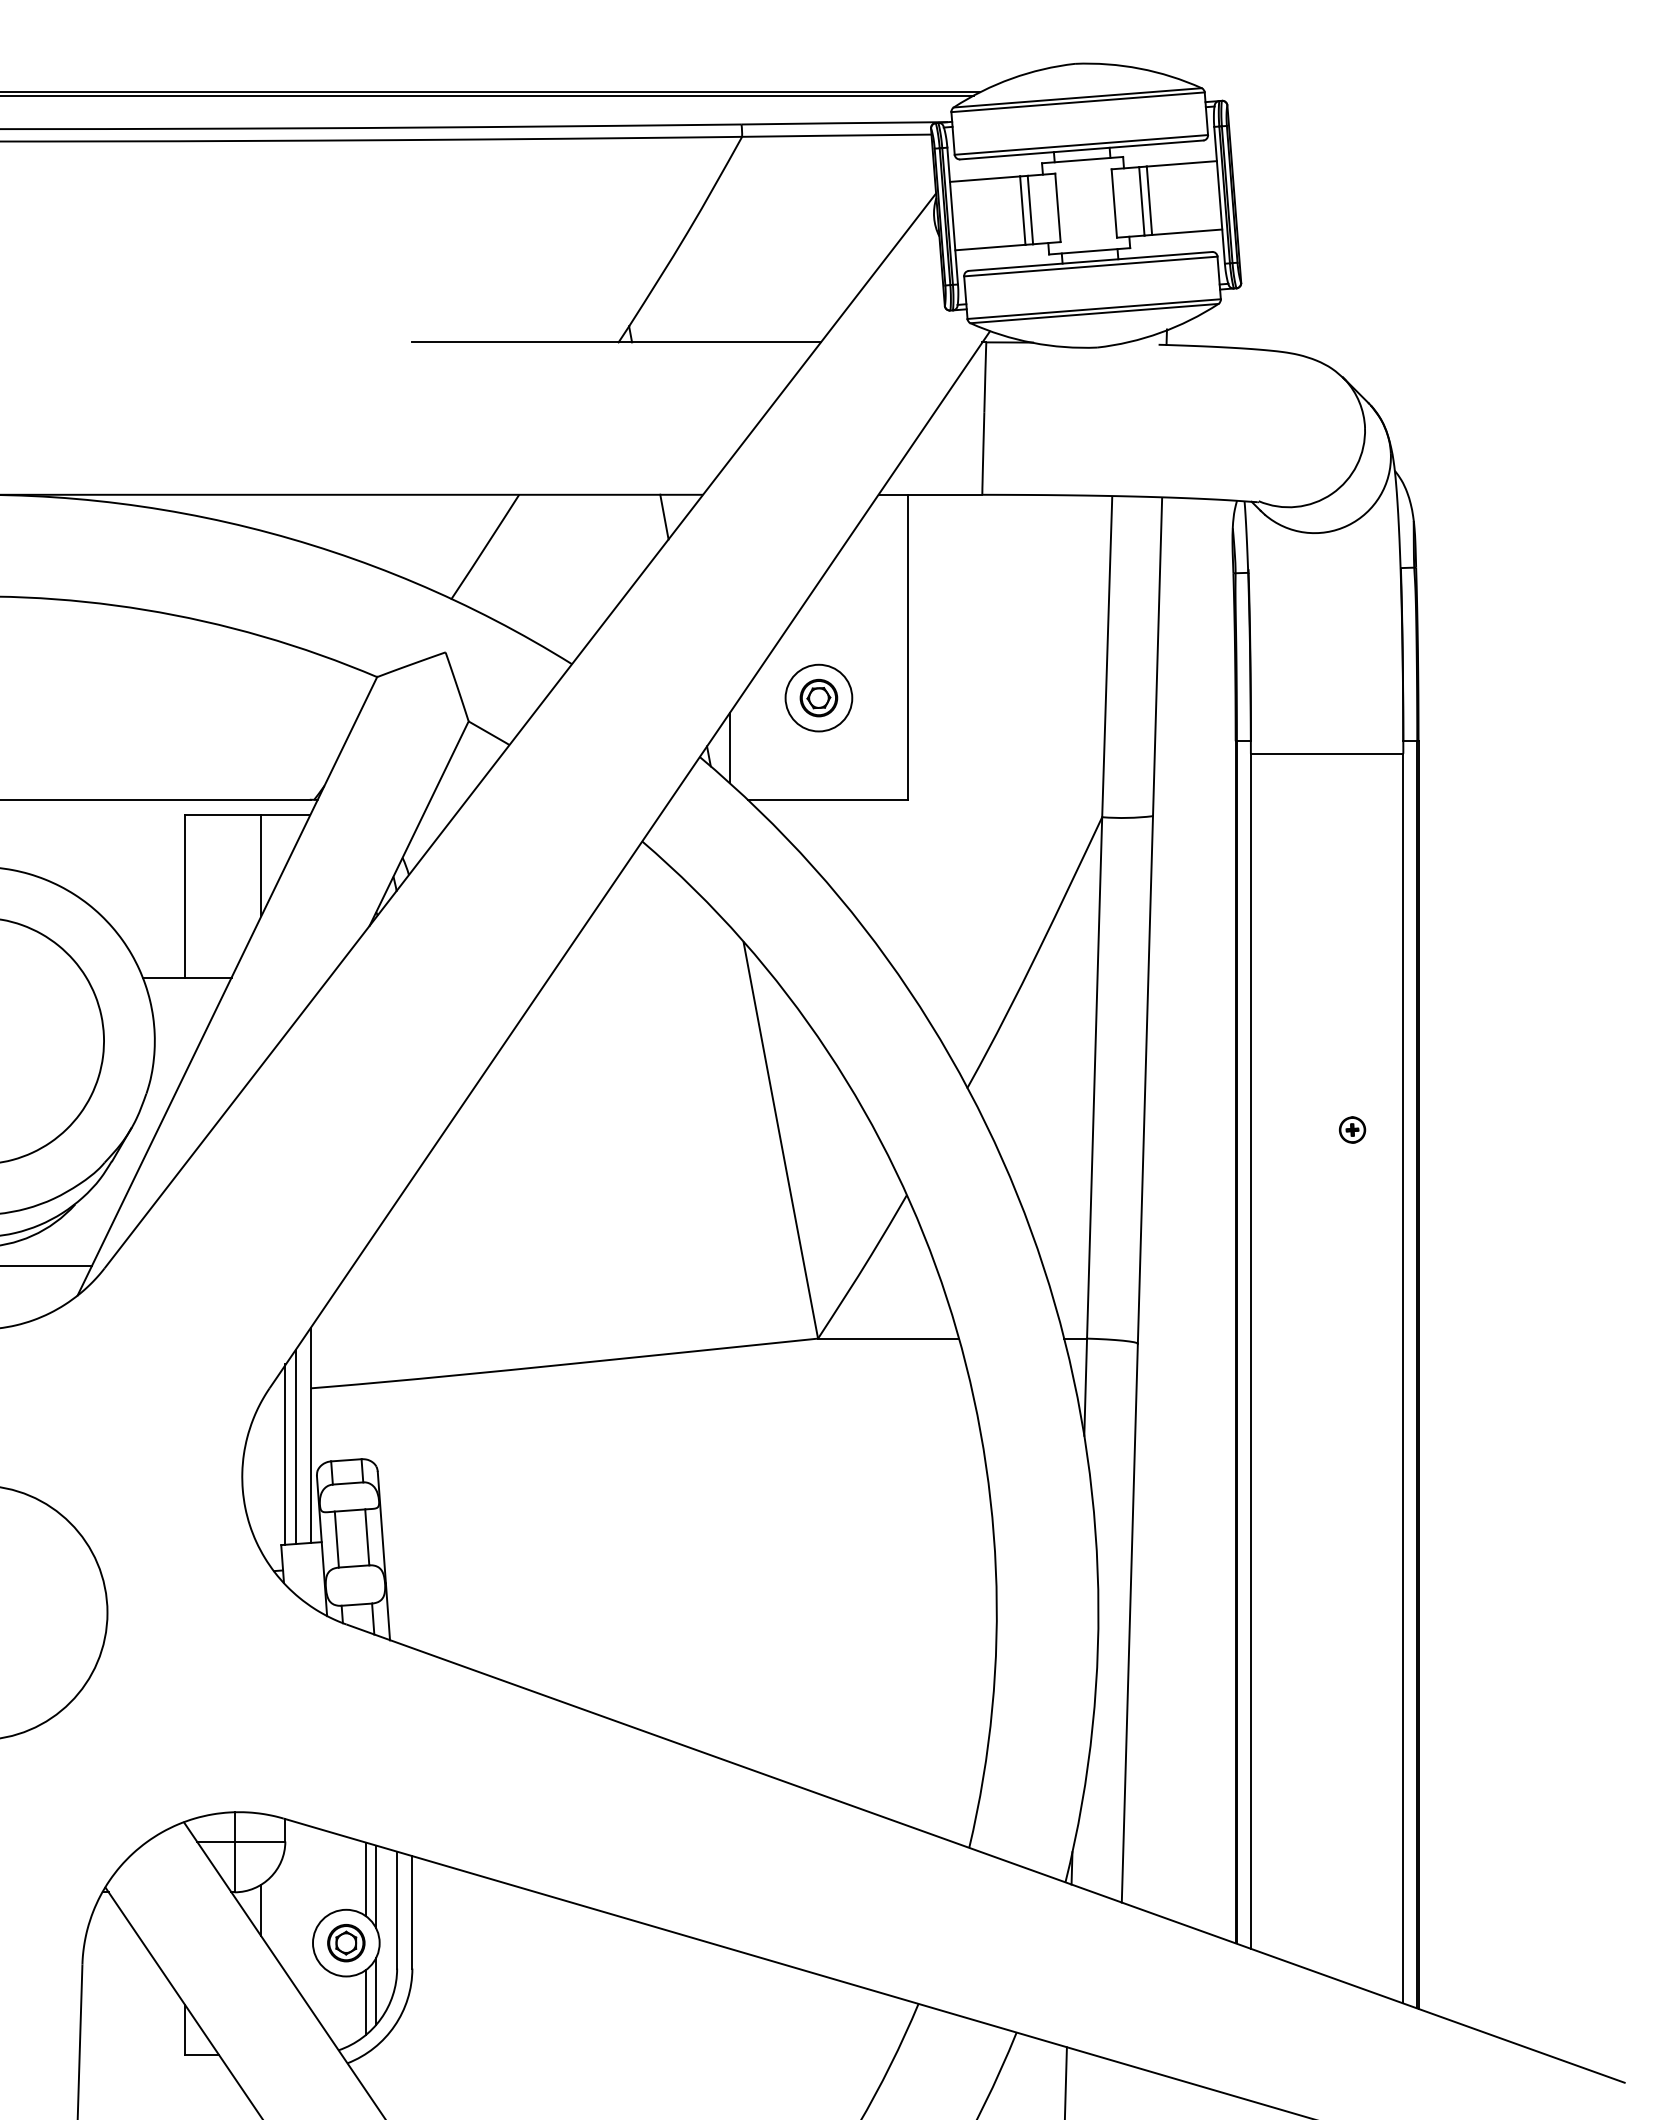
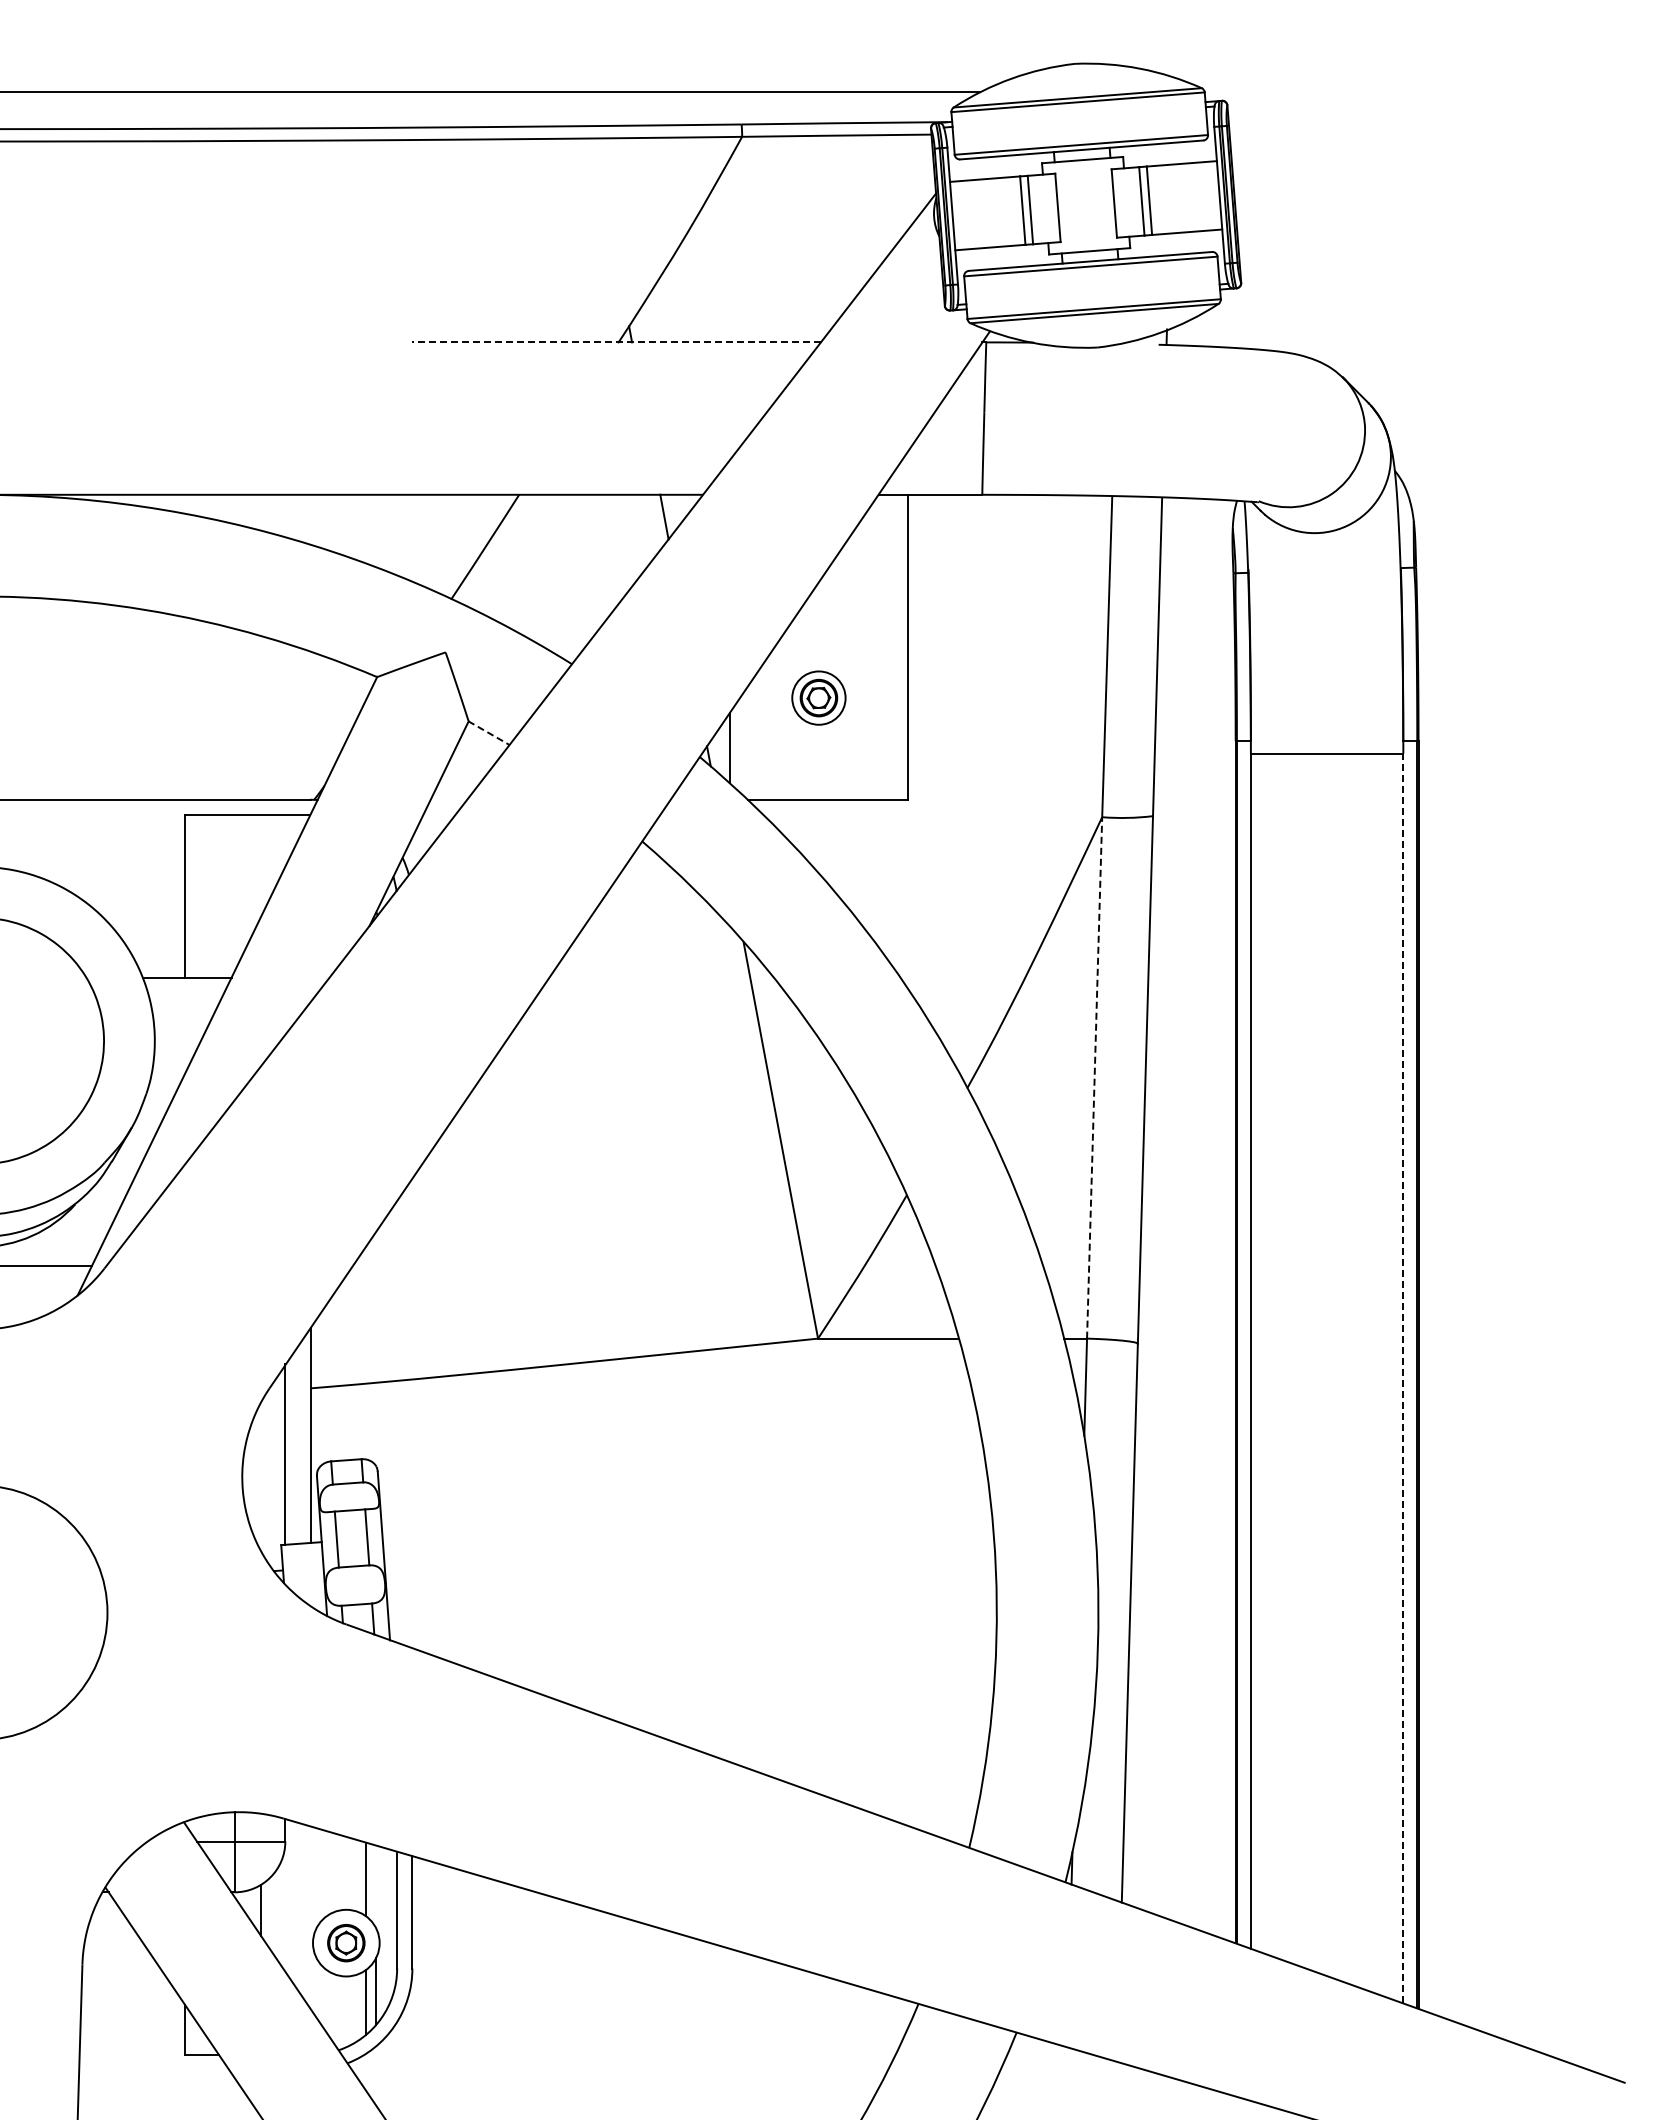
line at (487, 95): present -> none
line at (616, 342): solid -> dashed
circle at (818, 697) diameter: 67 px -> 53 px
line at (489, 733): solid -> dashed
line at (261, 865): present -> none
line at (1094, 1077): solid -> dashed
part at (1352, 1129): present -> none
line at (1403, 1378): solid -> dashed
line at (295, 1447): present -> none
line at (376, 1886): present -> none
line at (1065, 2081): present -> none
